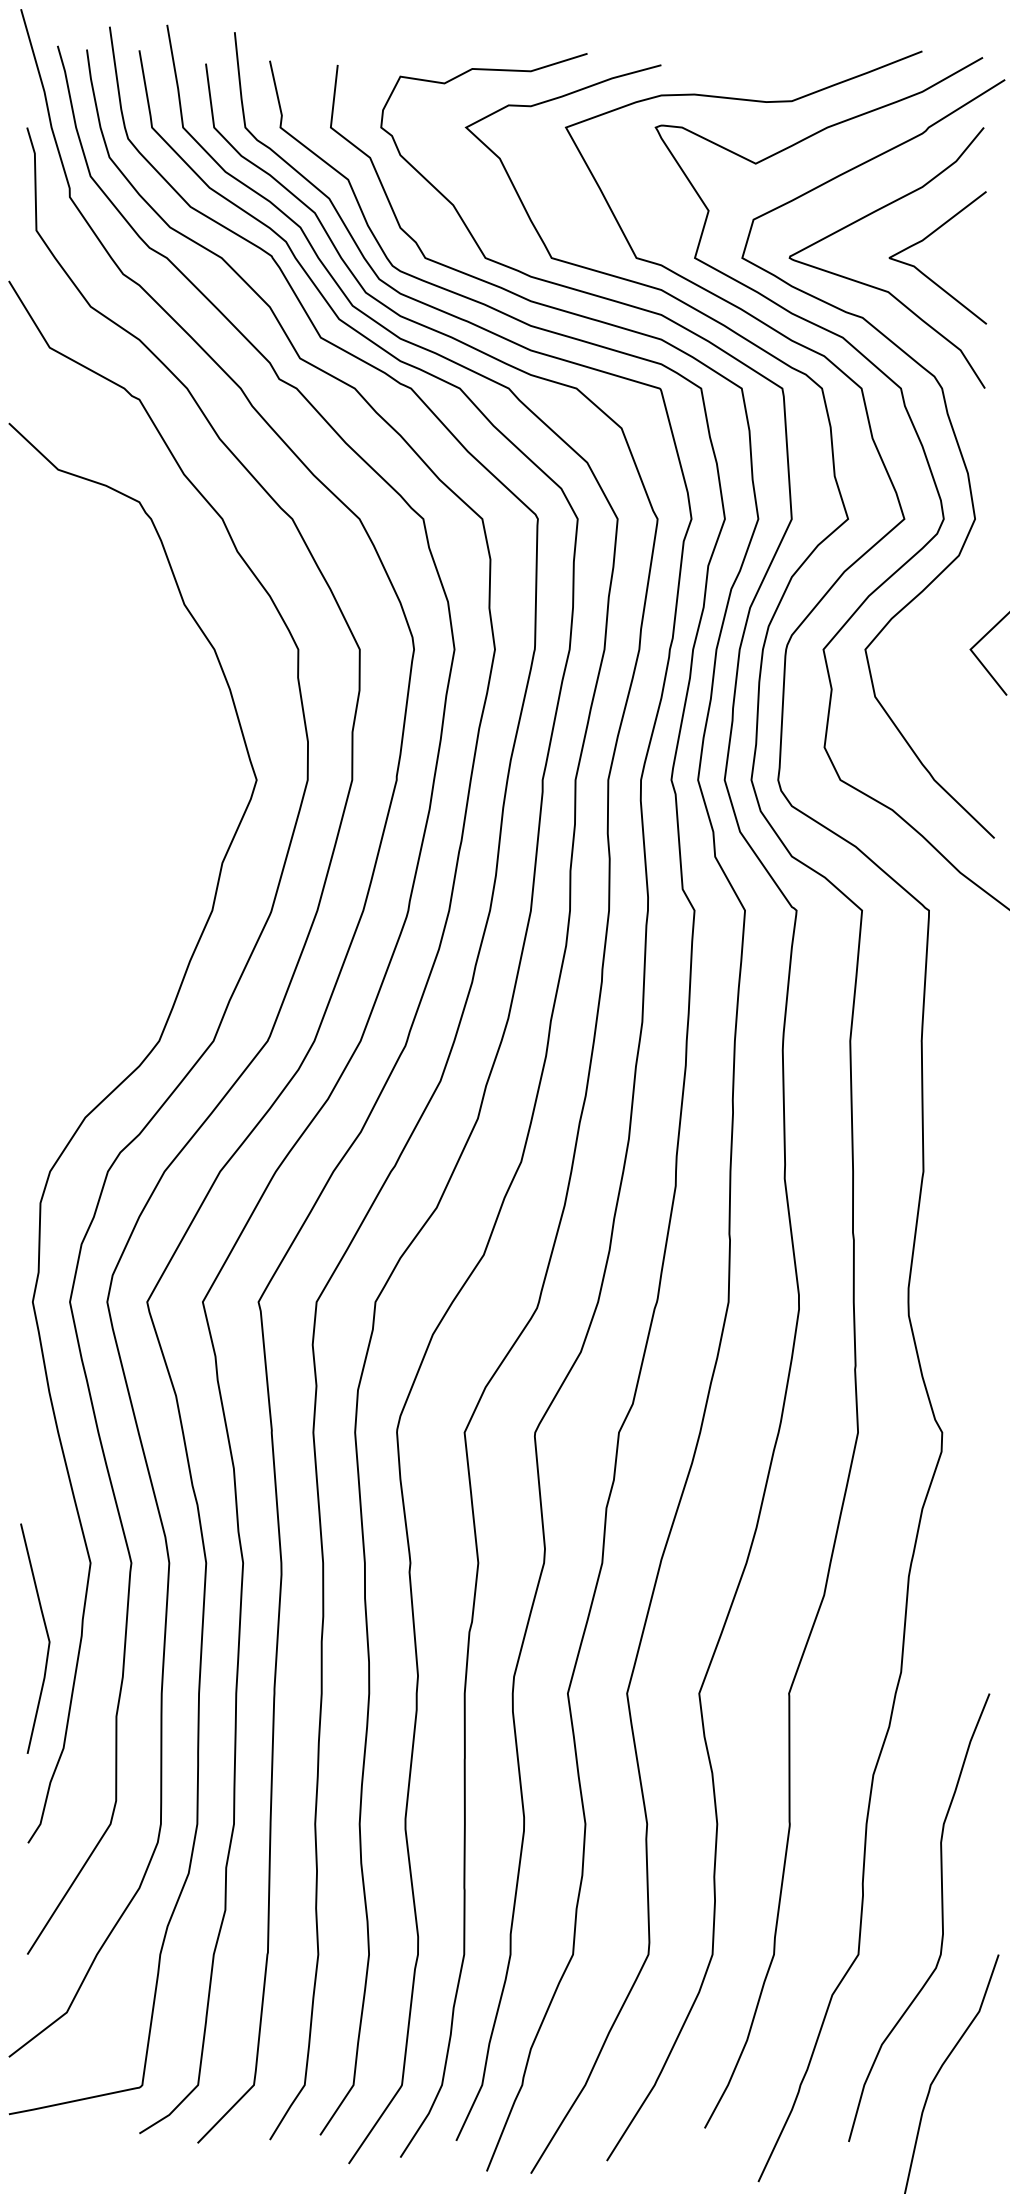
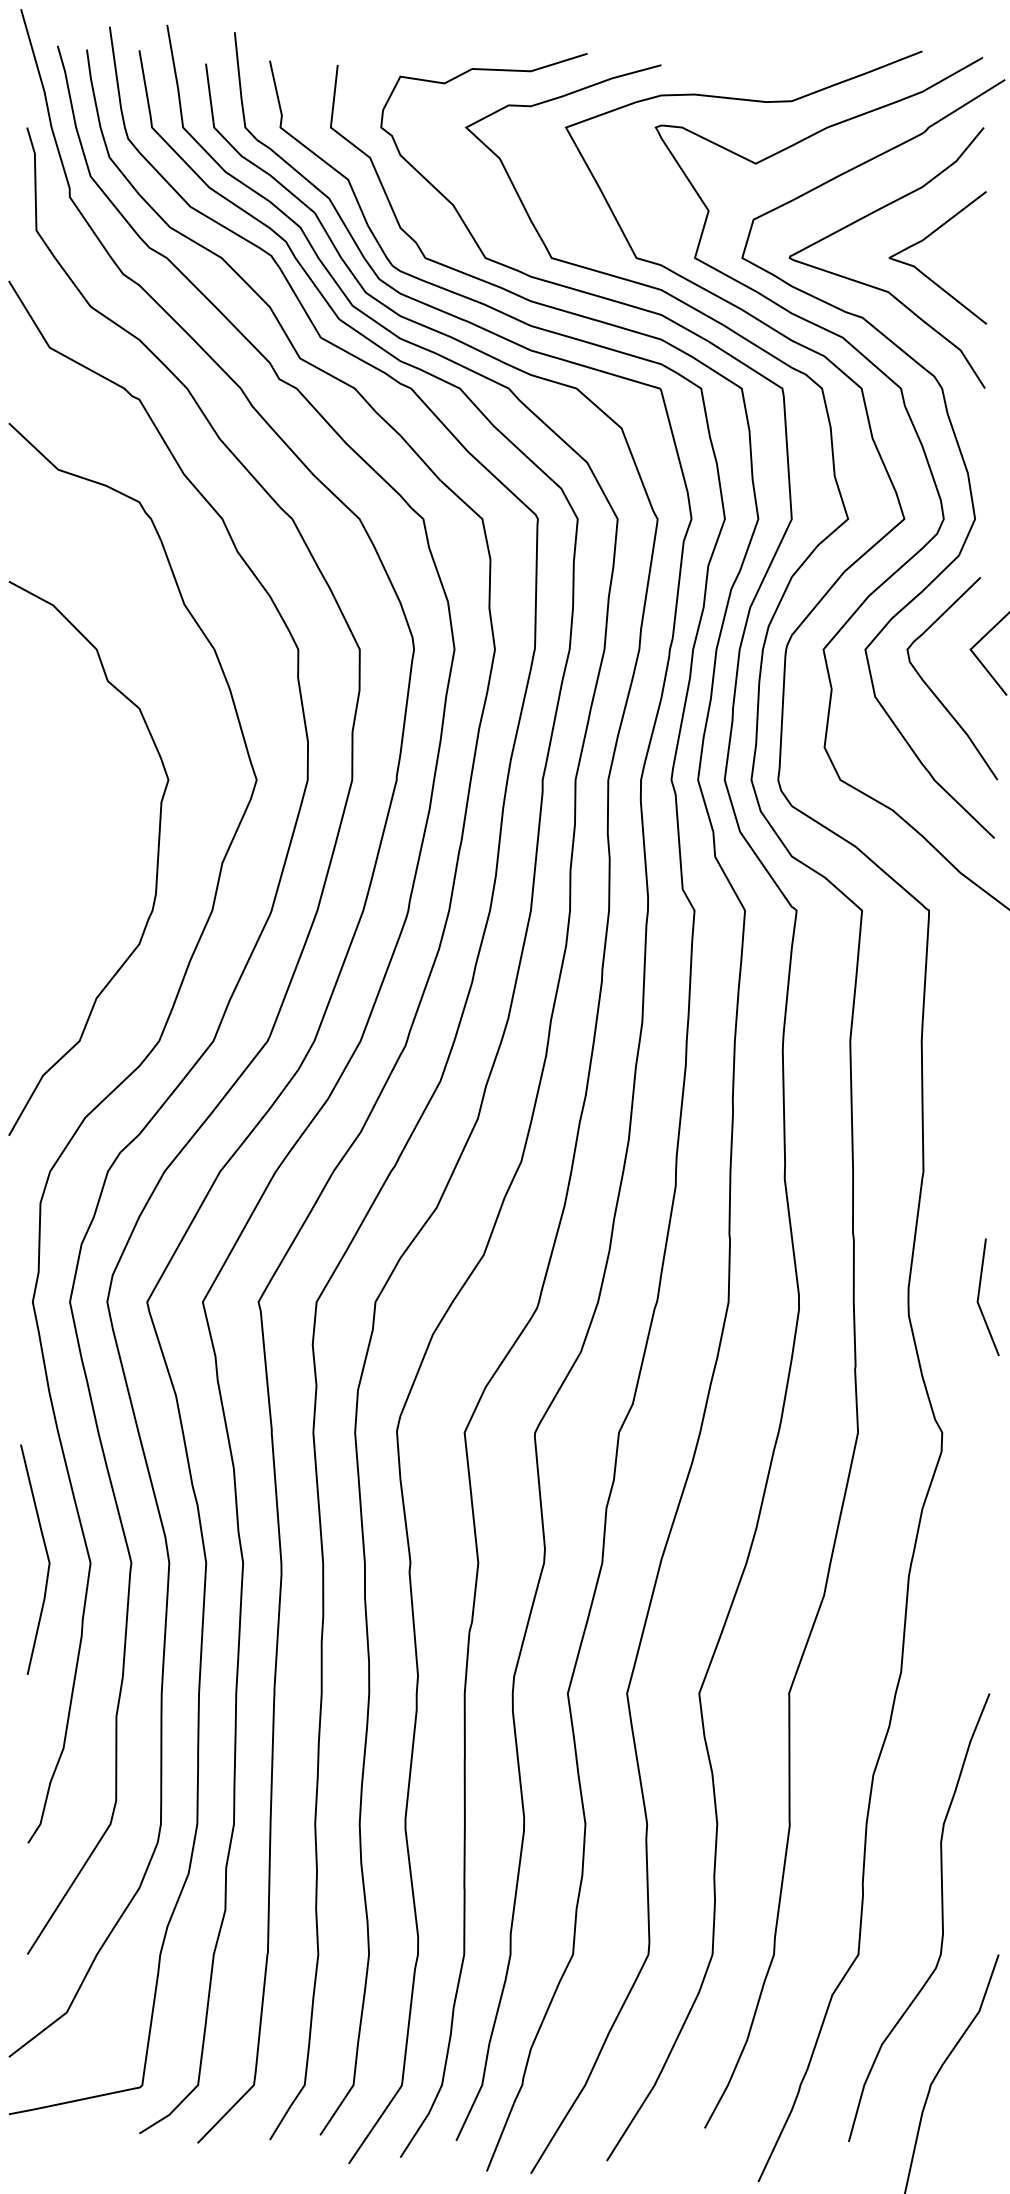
curve at (934, 692): none -> present
curve at (156, 863): none -> present
line at (979, 1297): none -> present
line at (46, 1634) position: (46, 1634) -> (46, 1555)
